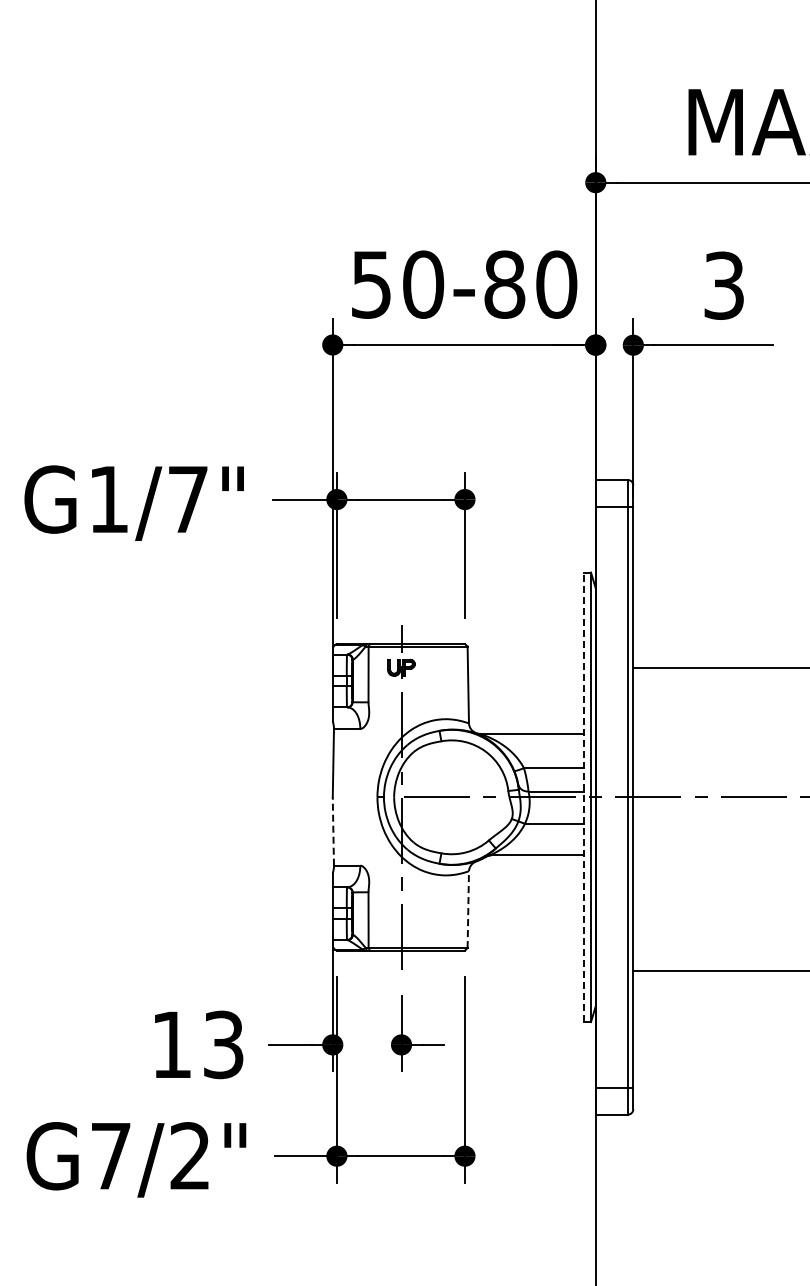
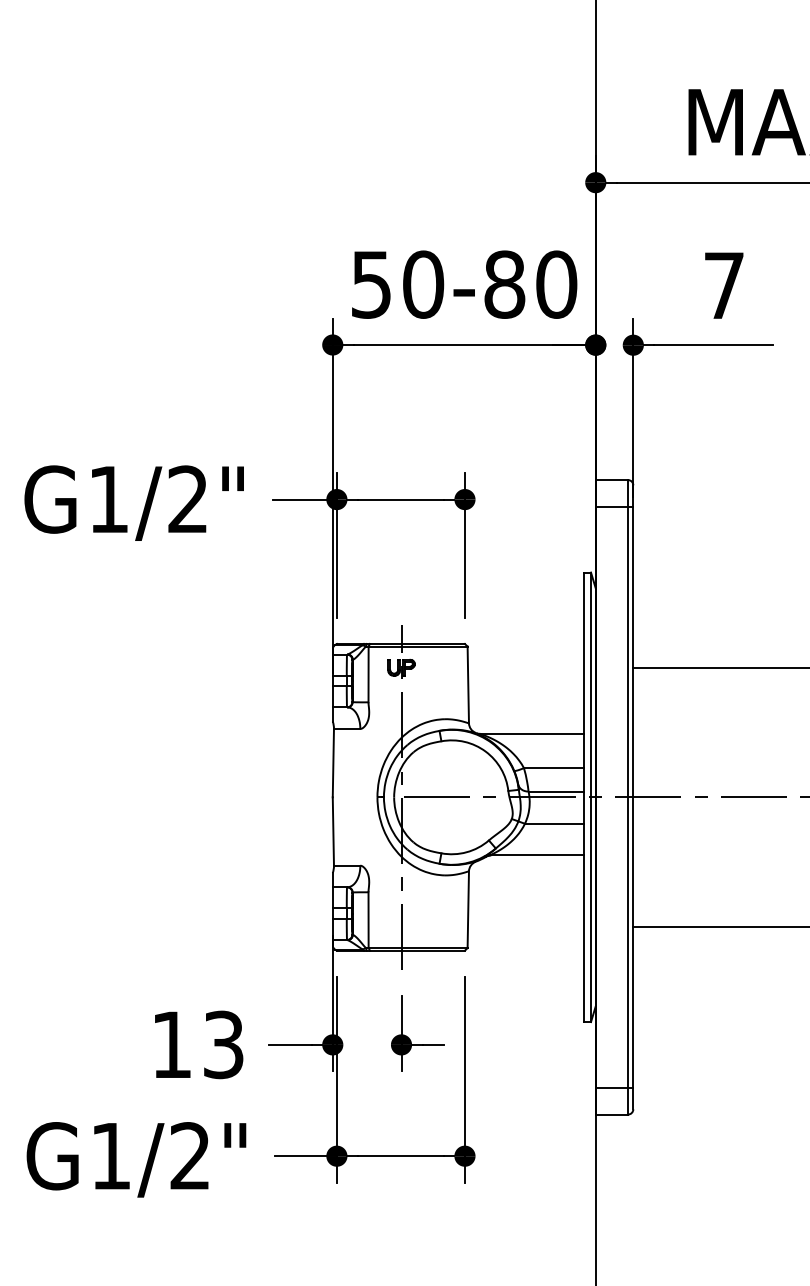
text at (723, 285): 3 -> 7
text at (187, 498): G1/7" -> G1/2"
line at (584, 797): dashed -> solid
line at (333, 831): dashed -> solid
line at (468, 909): dashed -> solid
line at (719, 970) position: (719, 970) -> (719, 926)
text at (111, 1156): G7/2" -> G1/2"
